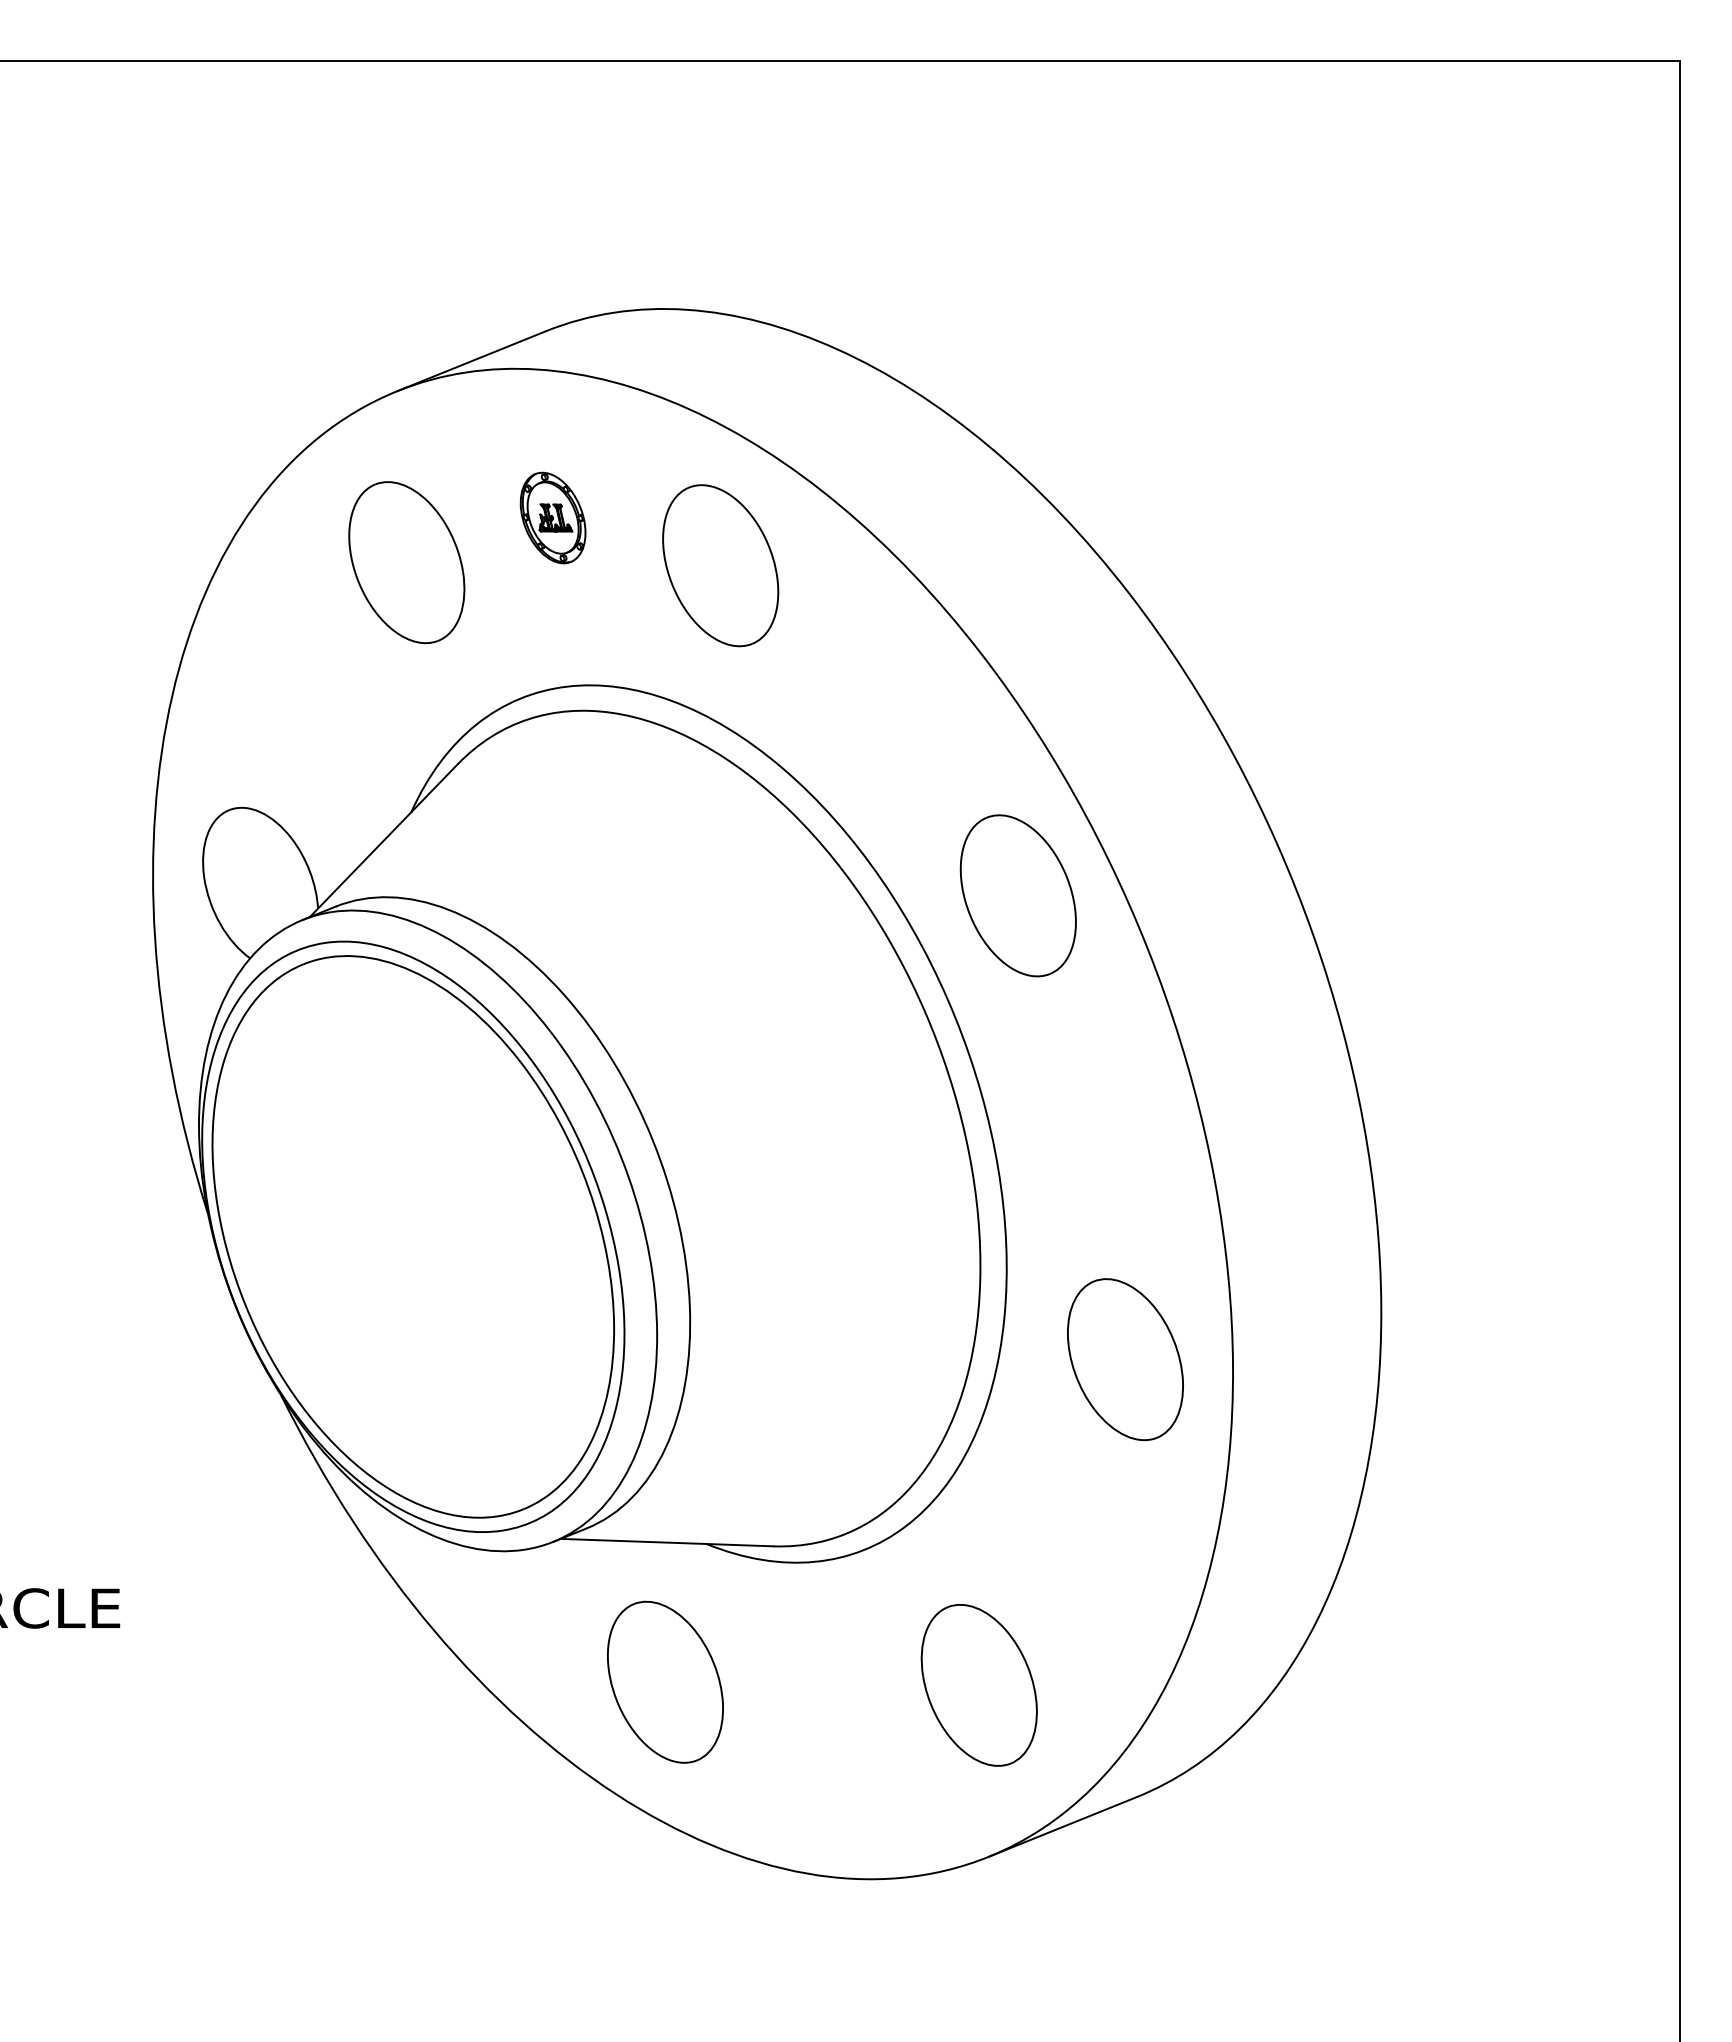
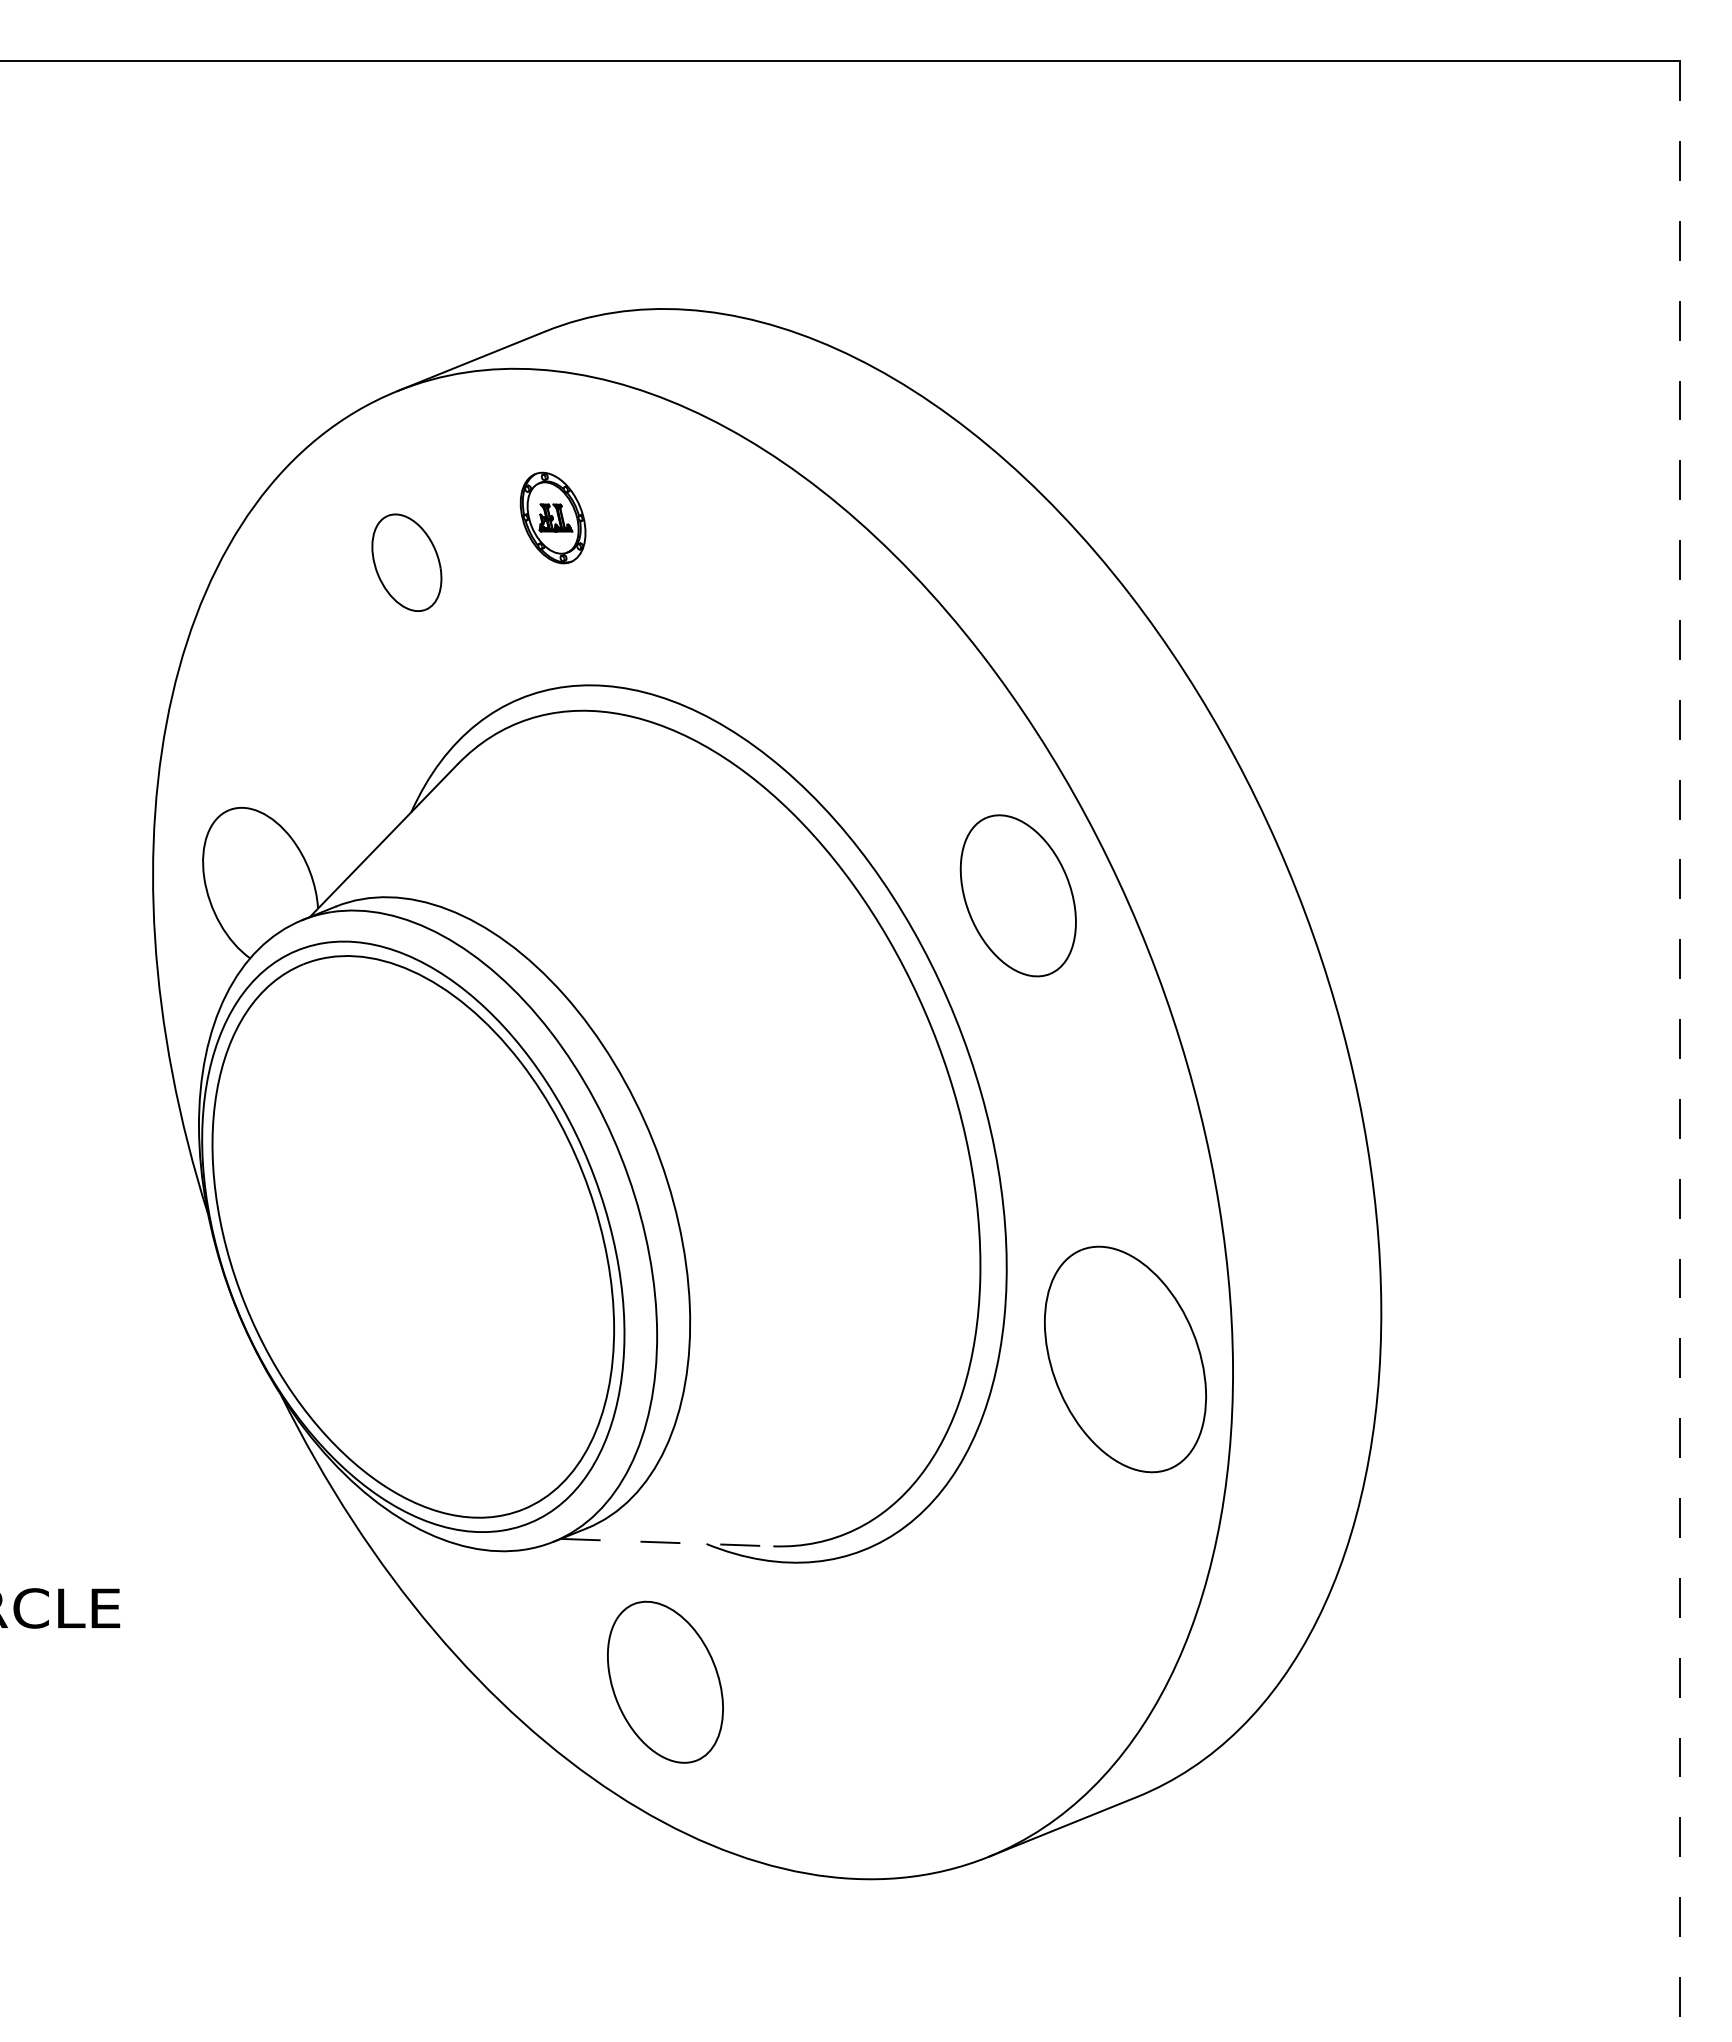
part at (406, 562) size: 118x164 px -> 72x99 px
part at (720, 565): present -> none
line at (1680, 1051): solid -> dashed
part at (1125, 1359) size: 117x164 px -> 164x229 px
line at (667, 1542): solid -> dashed
part at (978, 1685): present -> none
